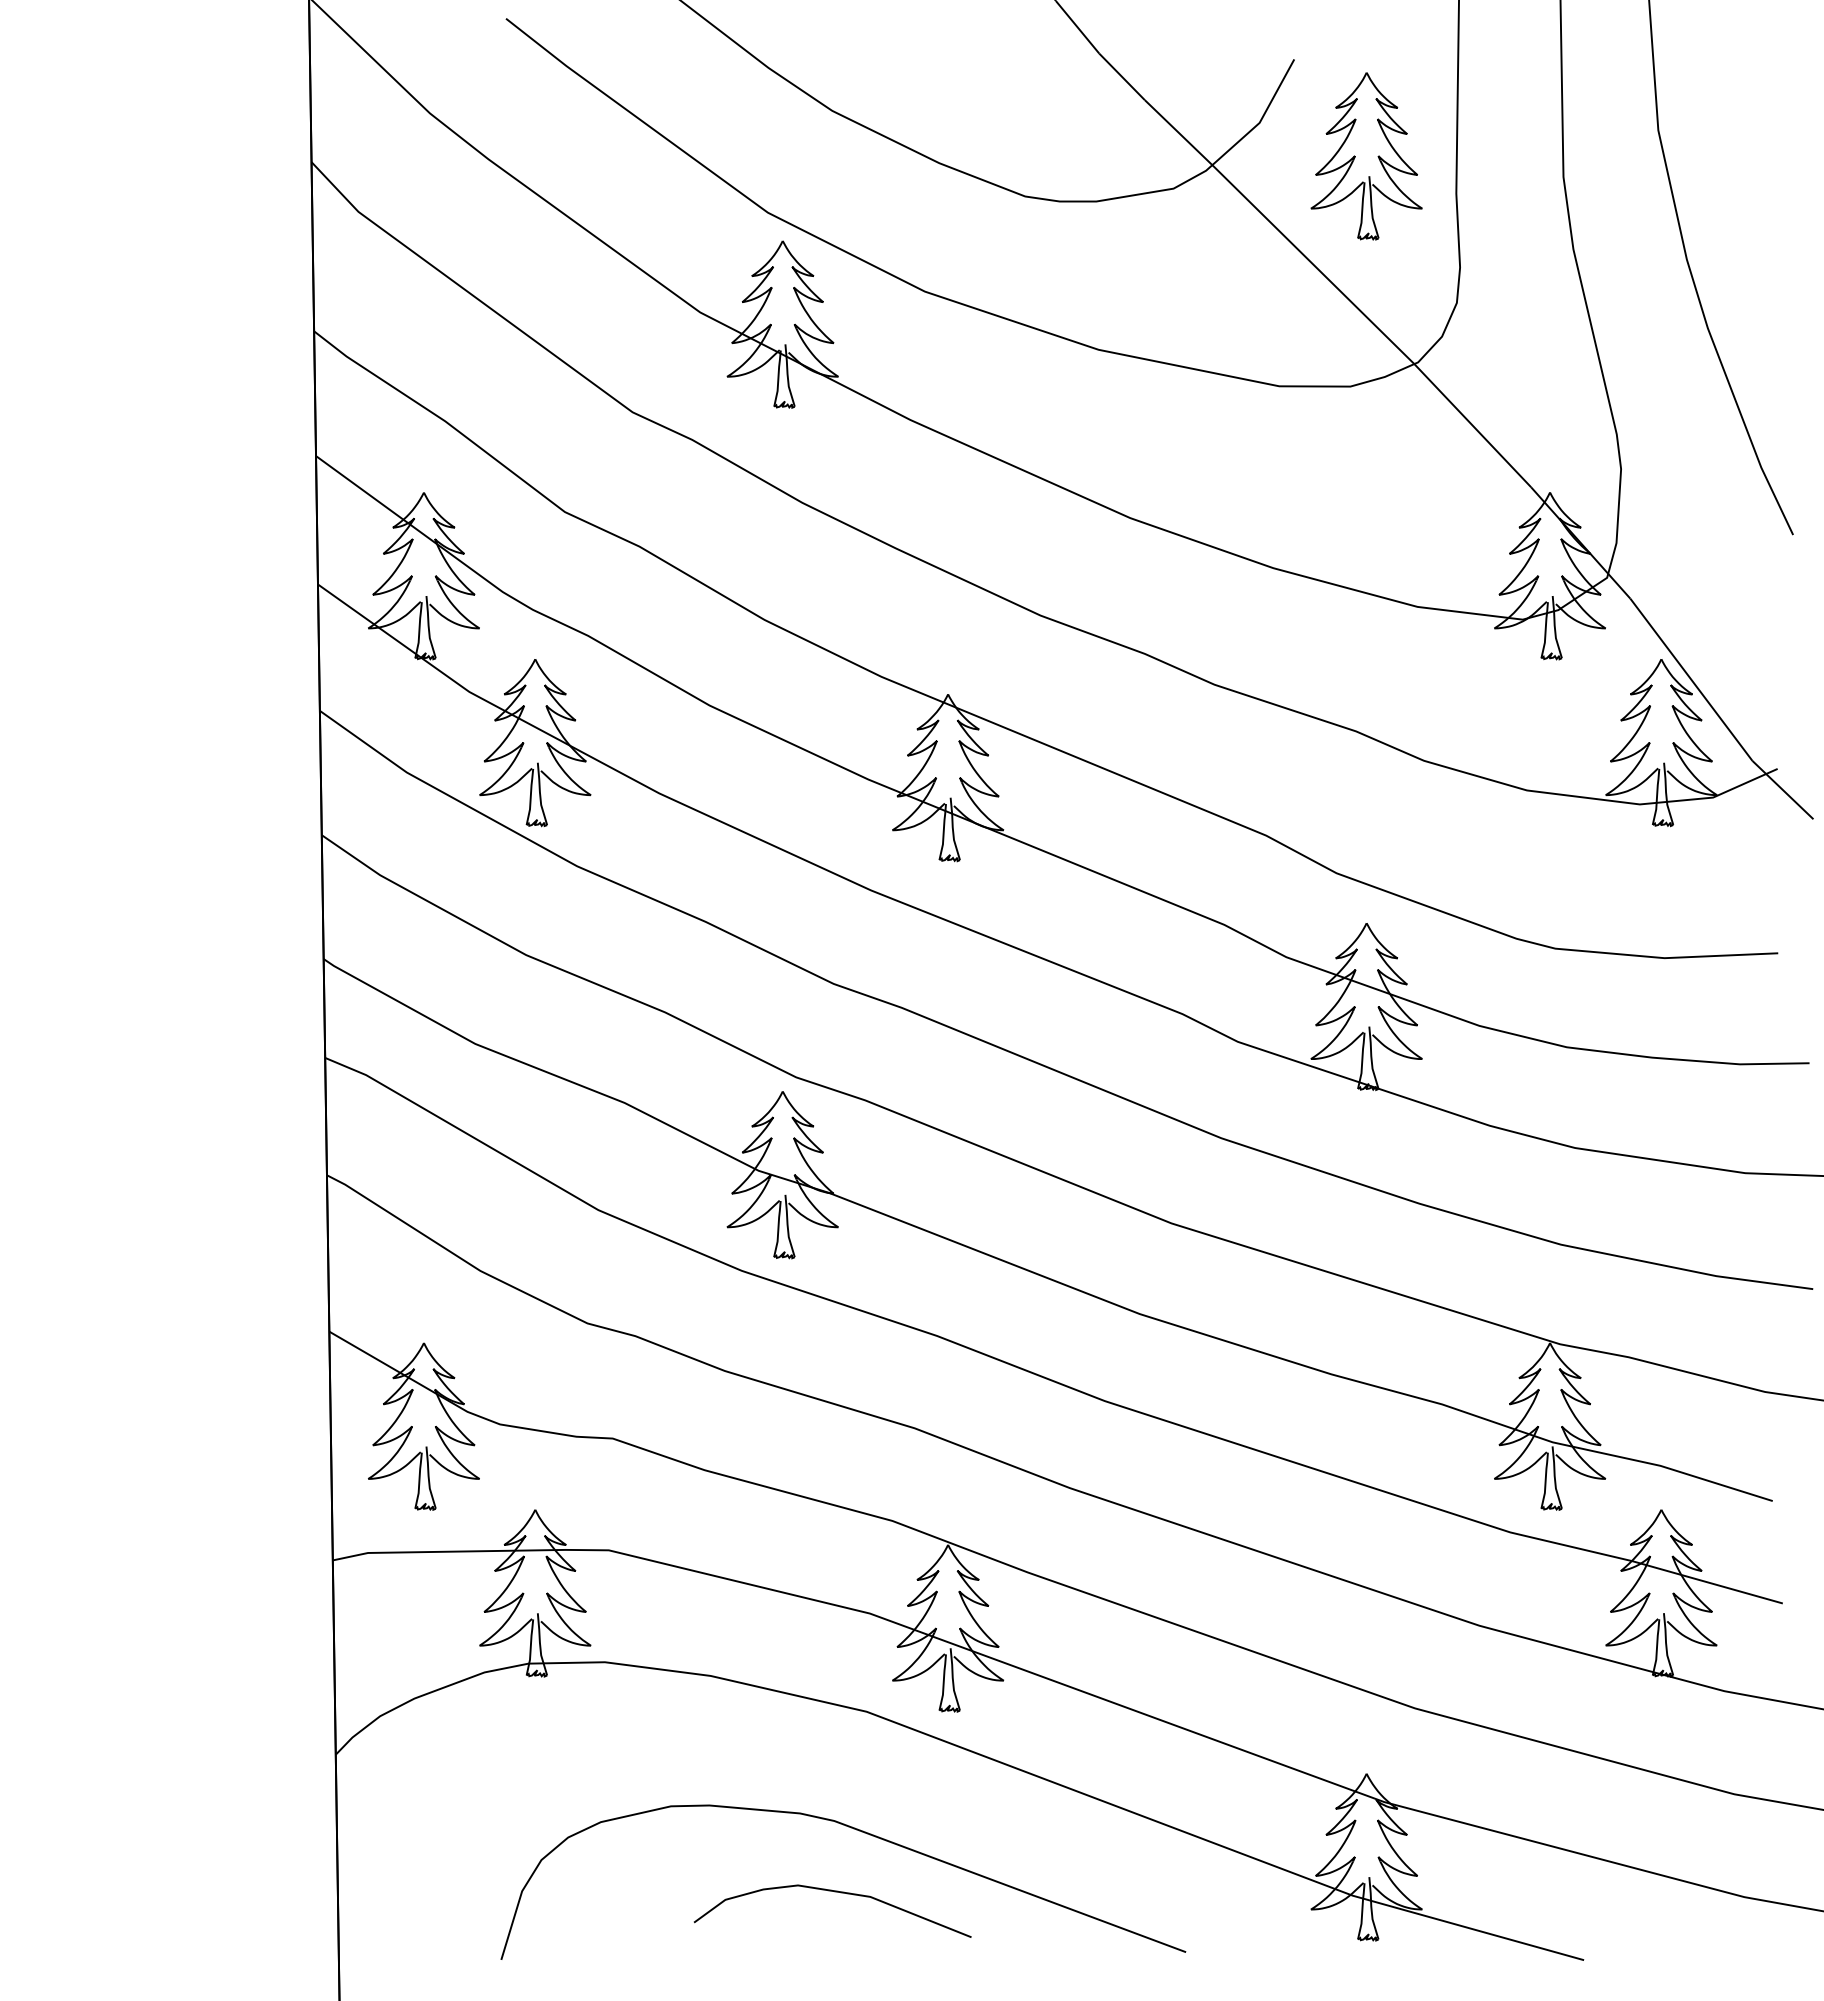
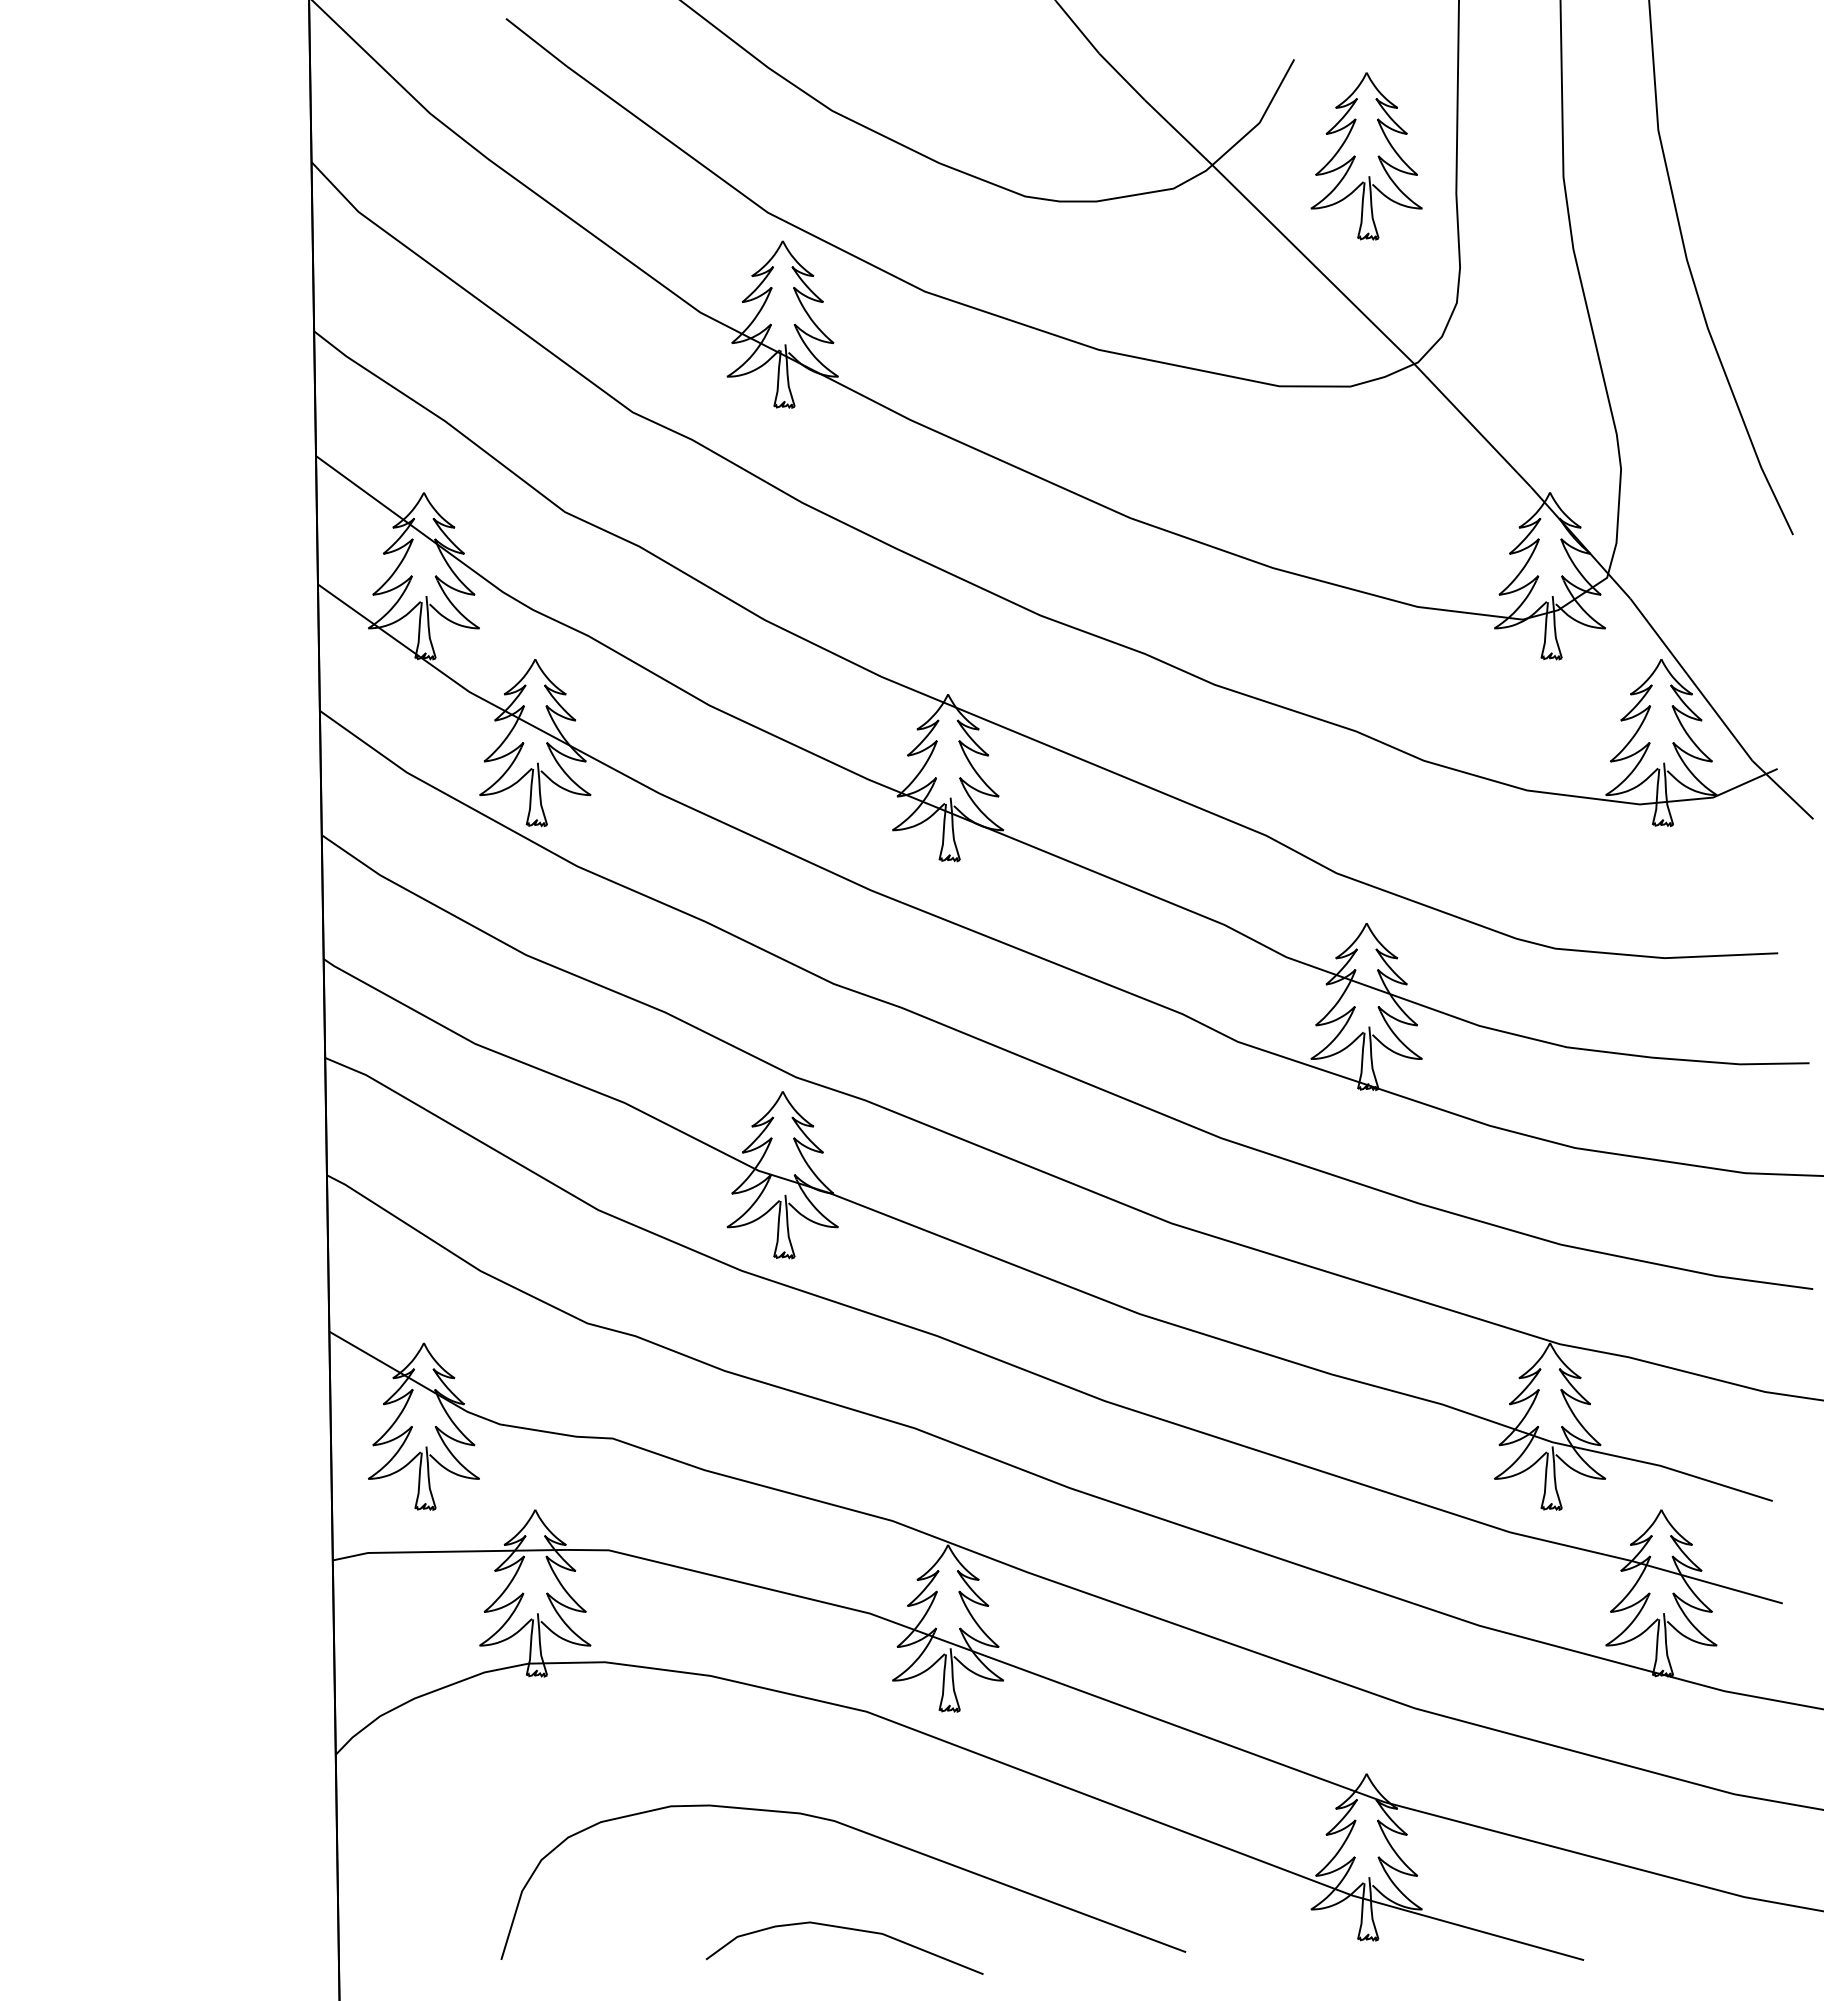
curve at (834, 1892) position: (834, 1892) -> (846, 1929)
